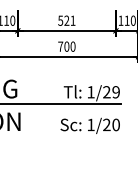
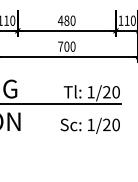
text at (66, 20): 521 -> 480
text at (115, 92): 1/29 -> 1/20
